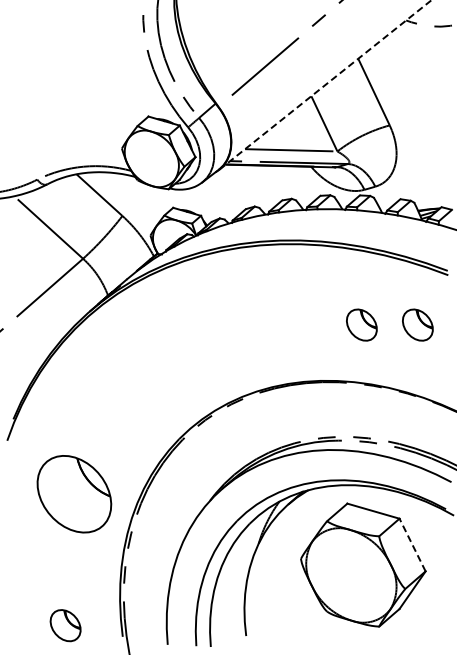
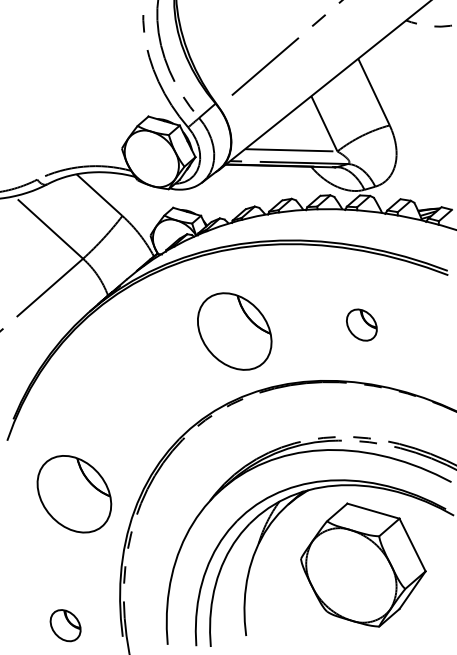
line at (325, 84): dashed -> solid
part at (417, 324): present -> none
part at (234, 331): none -> present
line at (412, 544): dashed -> solid
